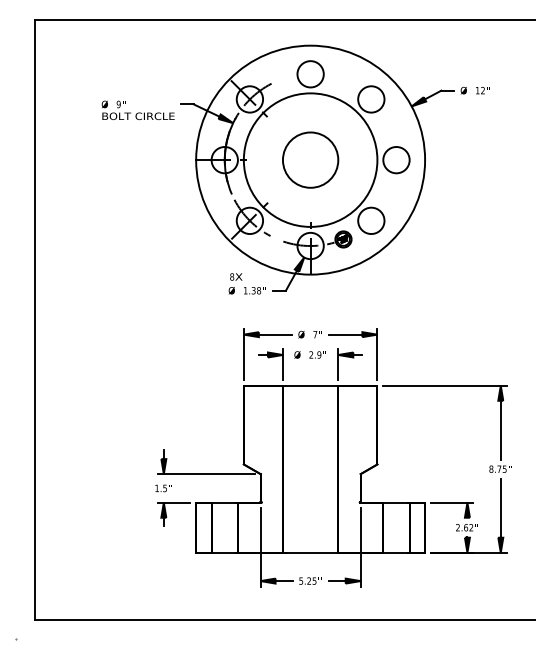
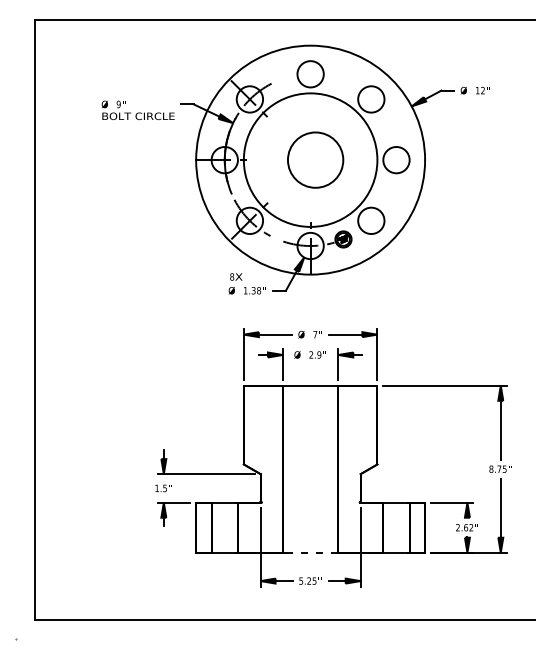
circle at (310, 159) position: (310, 159) -> (315, 159)
line at (312, 552): solid -> dashed
